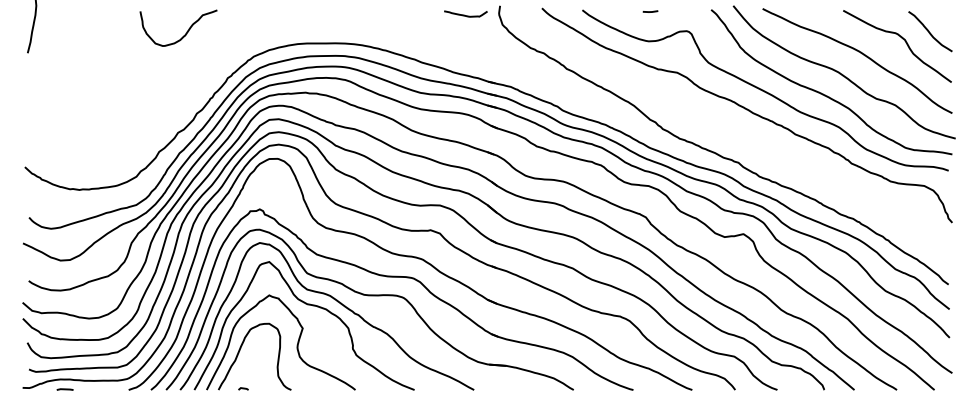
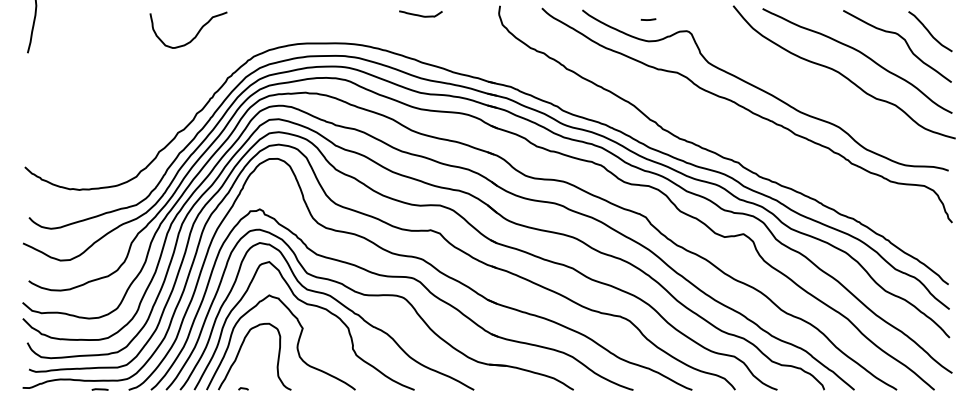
line at (650, 11) position: (650, 11) -> (648, 19)
curve at (464, 14) position: (464, 14) -> (419, 14)
curve at (186, 31) position: (186, 31) -> (196, 33)
curve at (825, 94): present -> none
line at (64, 389) position: (64, 389) -> (99, 389)
